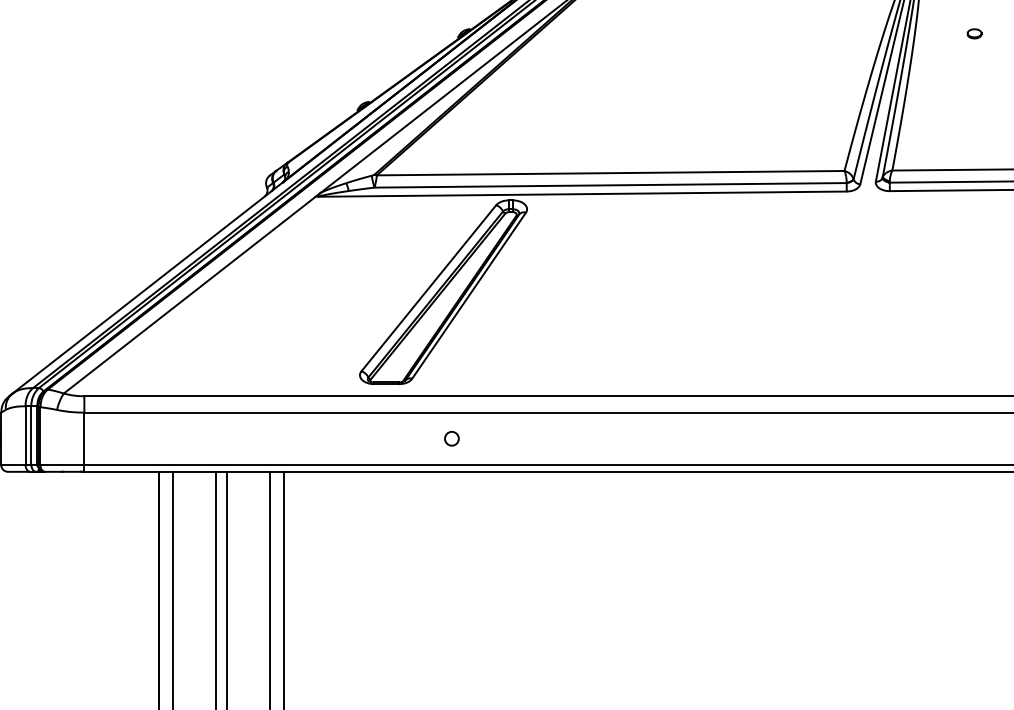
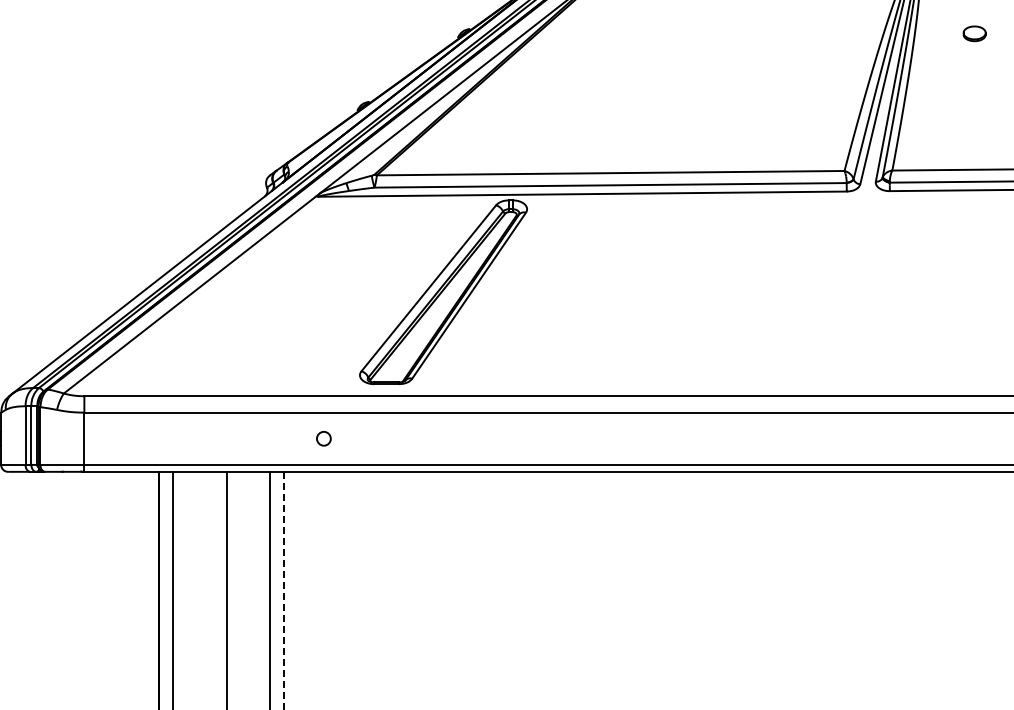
part at (974, 33) size: 17x12 px -> 25x18 px
circle at (451, 438) position: (451, 438) -> (323, 438)
line at (215, 588): present -> none
line at (283, 590): solid -> dashed
